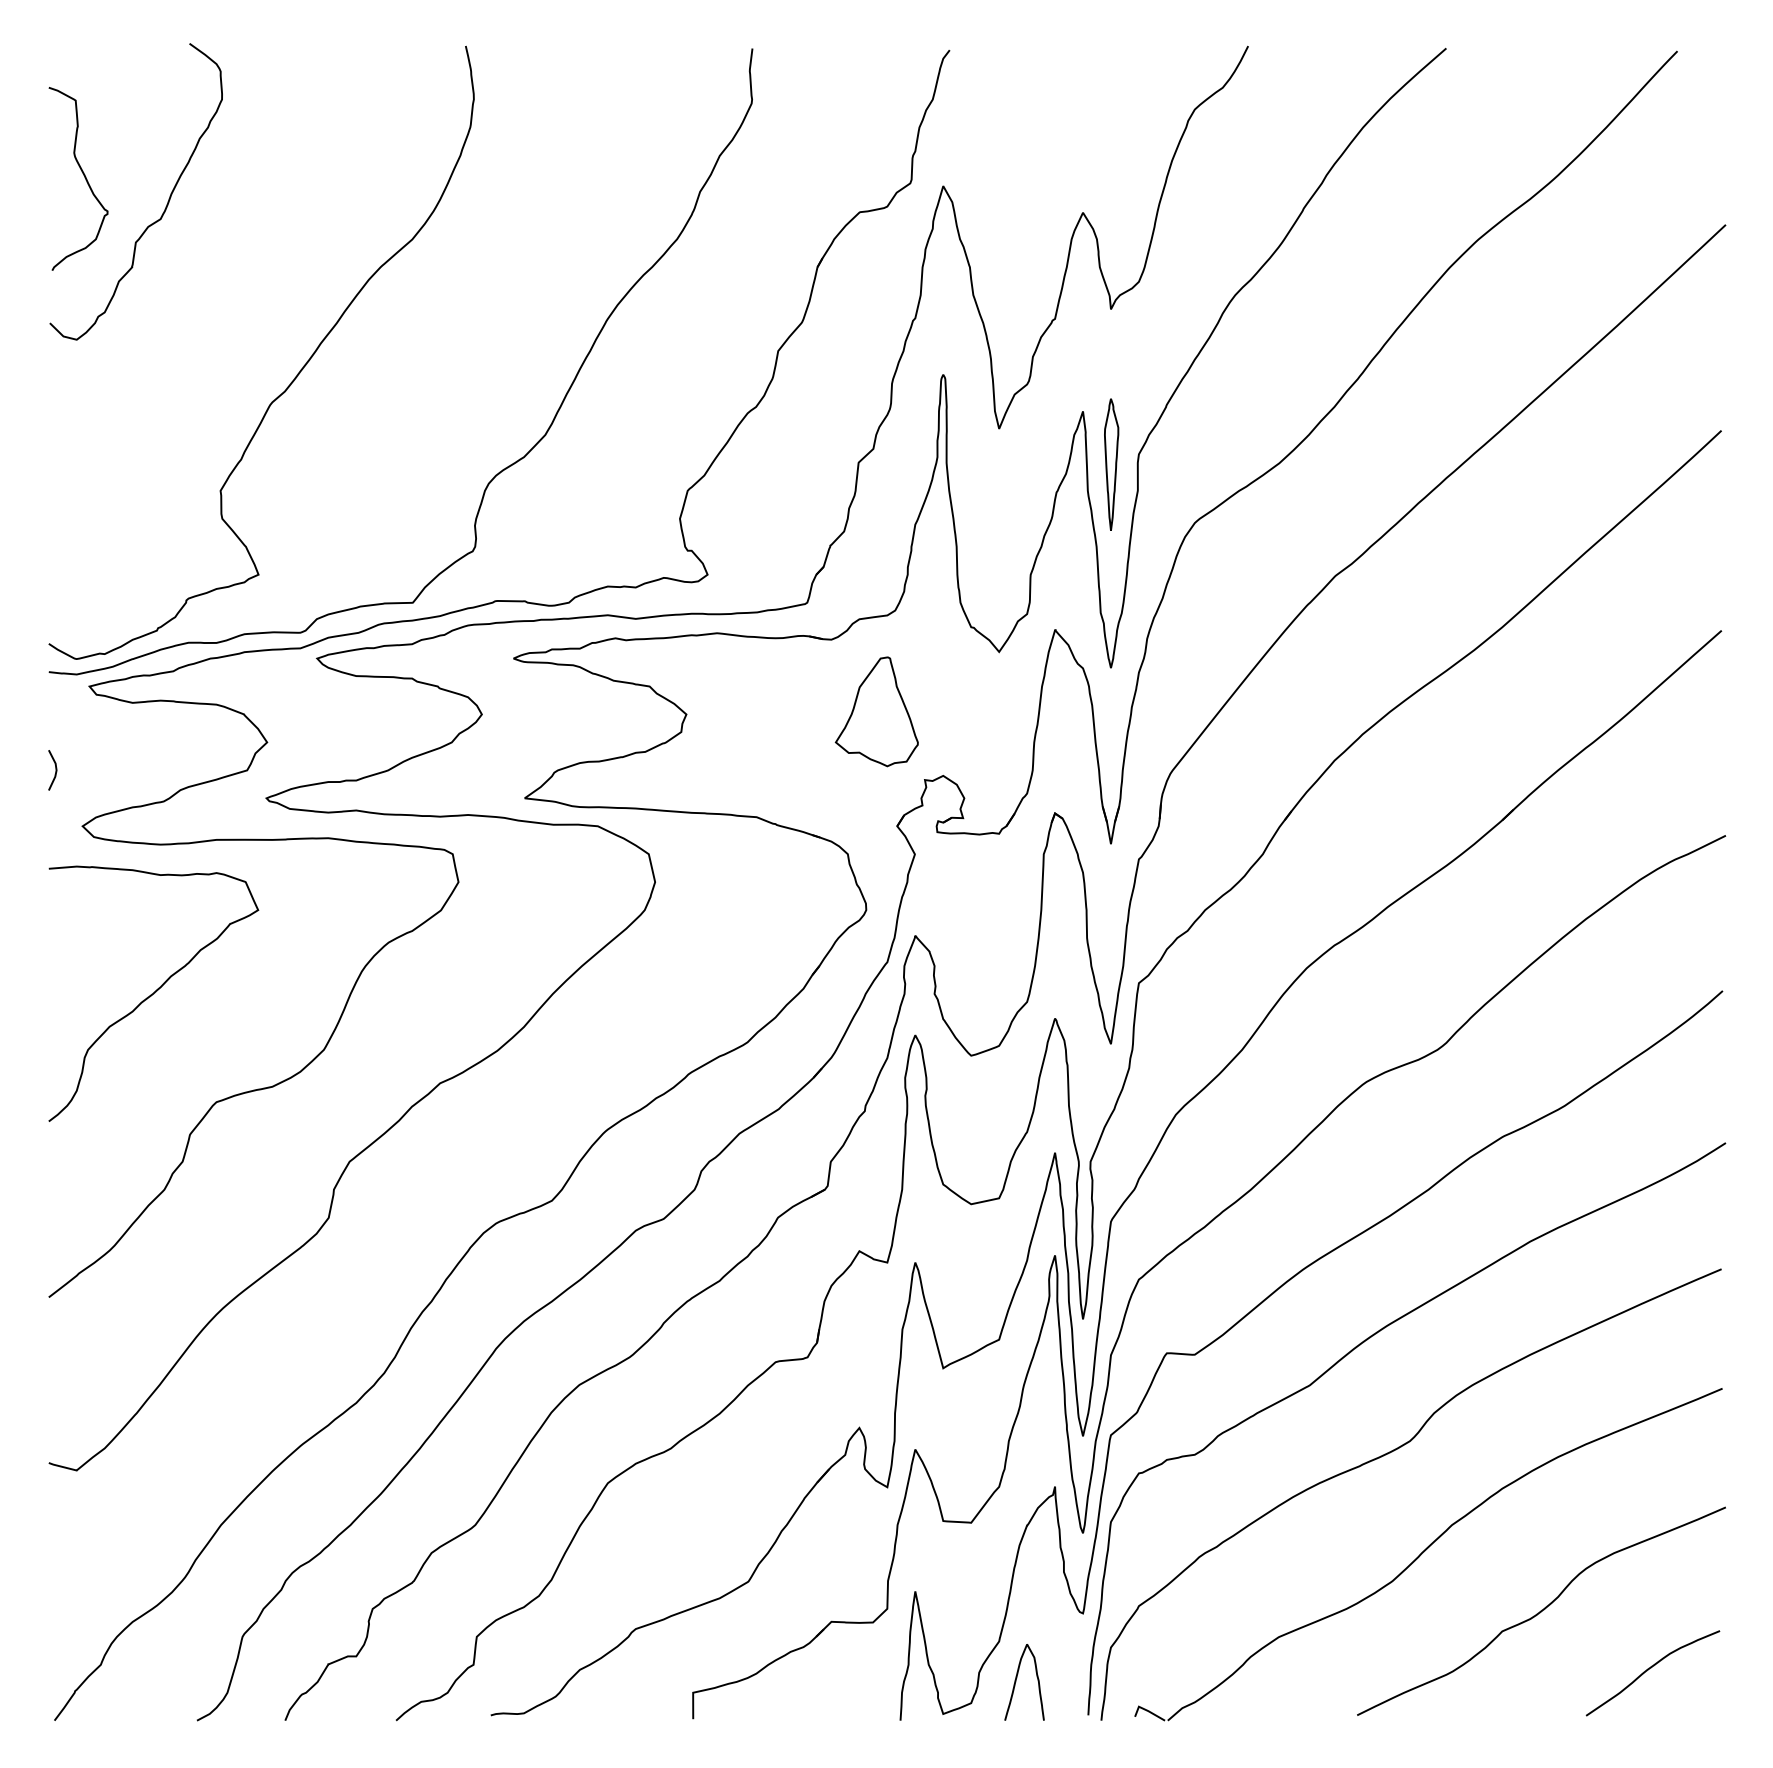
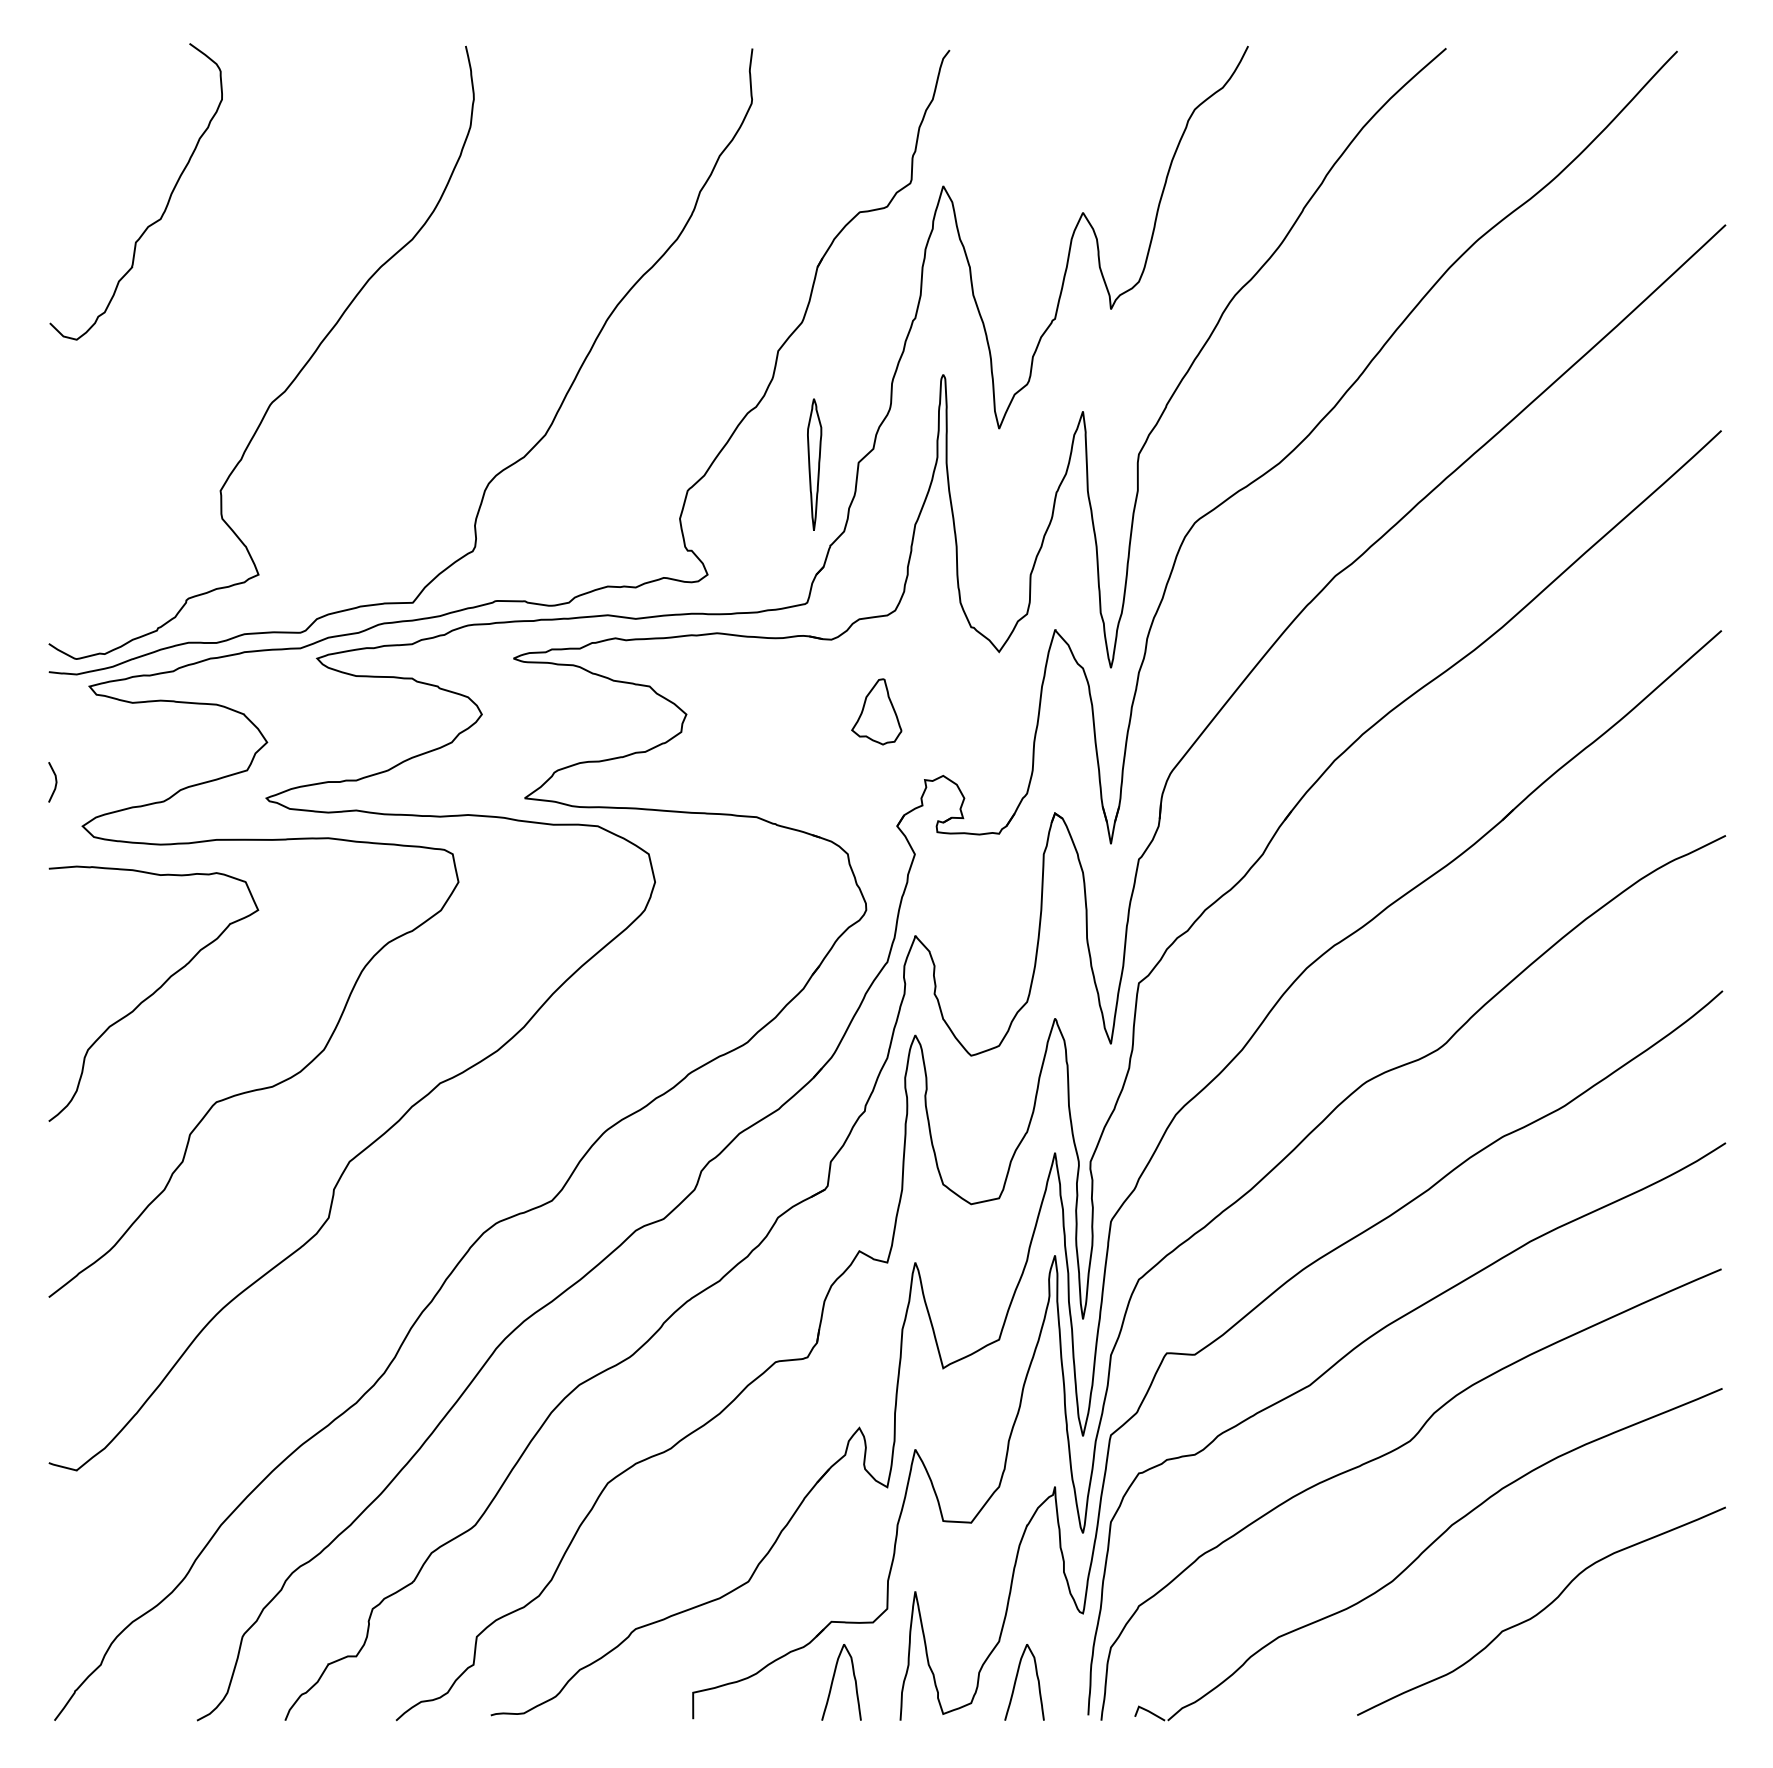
curve at (83, 175): present -> none
part at (1111, 464) position: (1111, 464) -> (814, 464)
part at (876, 711) size: 85x112 px -> 52x68 px
line at (55, 770) position: (55, 770) -> (55, 782)
curve at (1649, 1669): present -> none
curve at (833, 1682): none -> present
